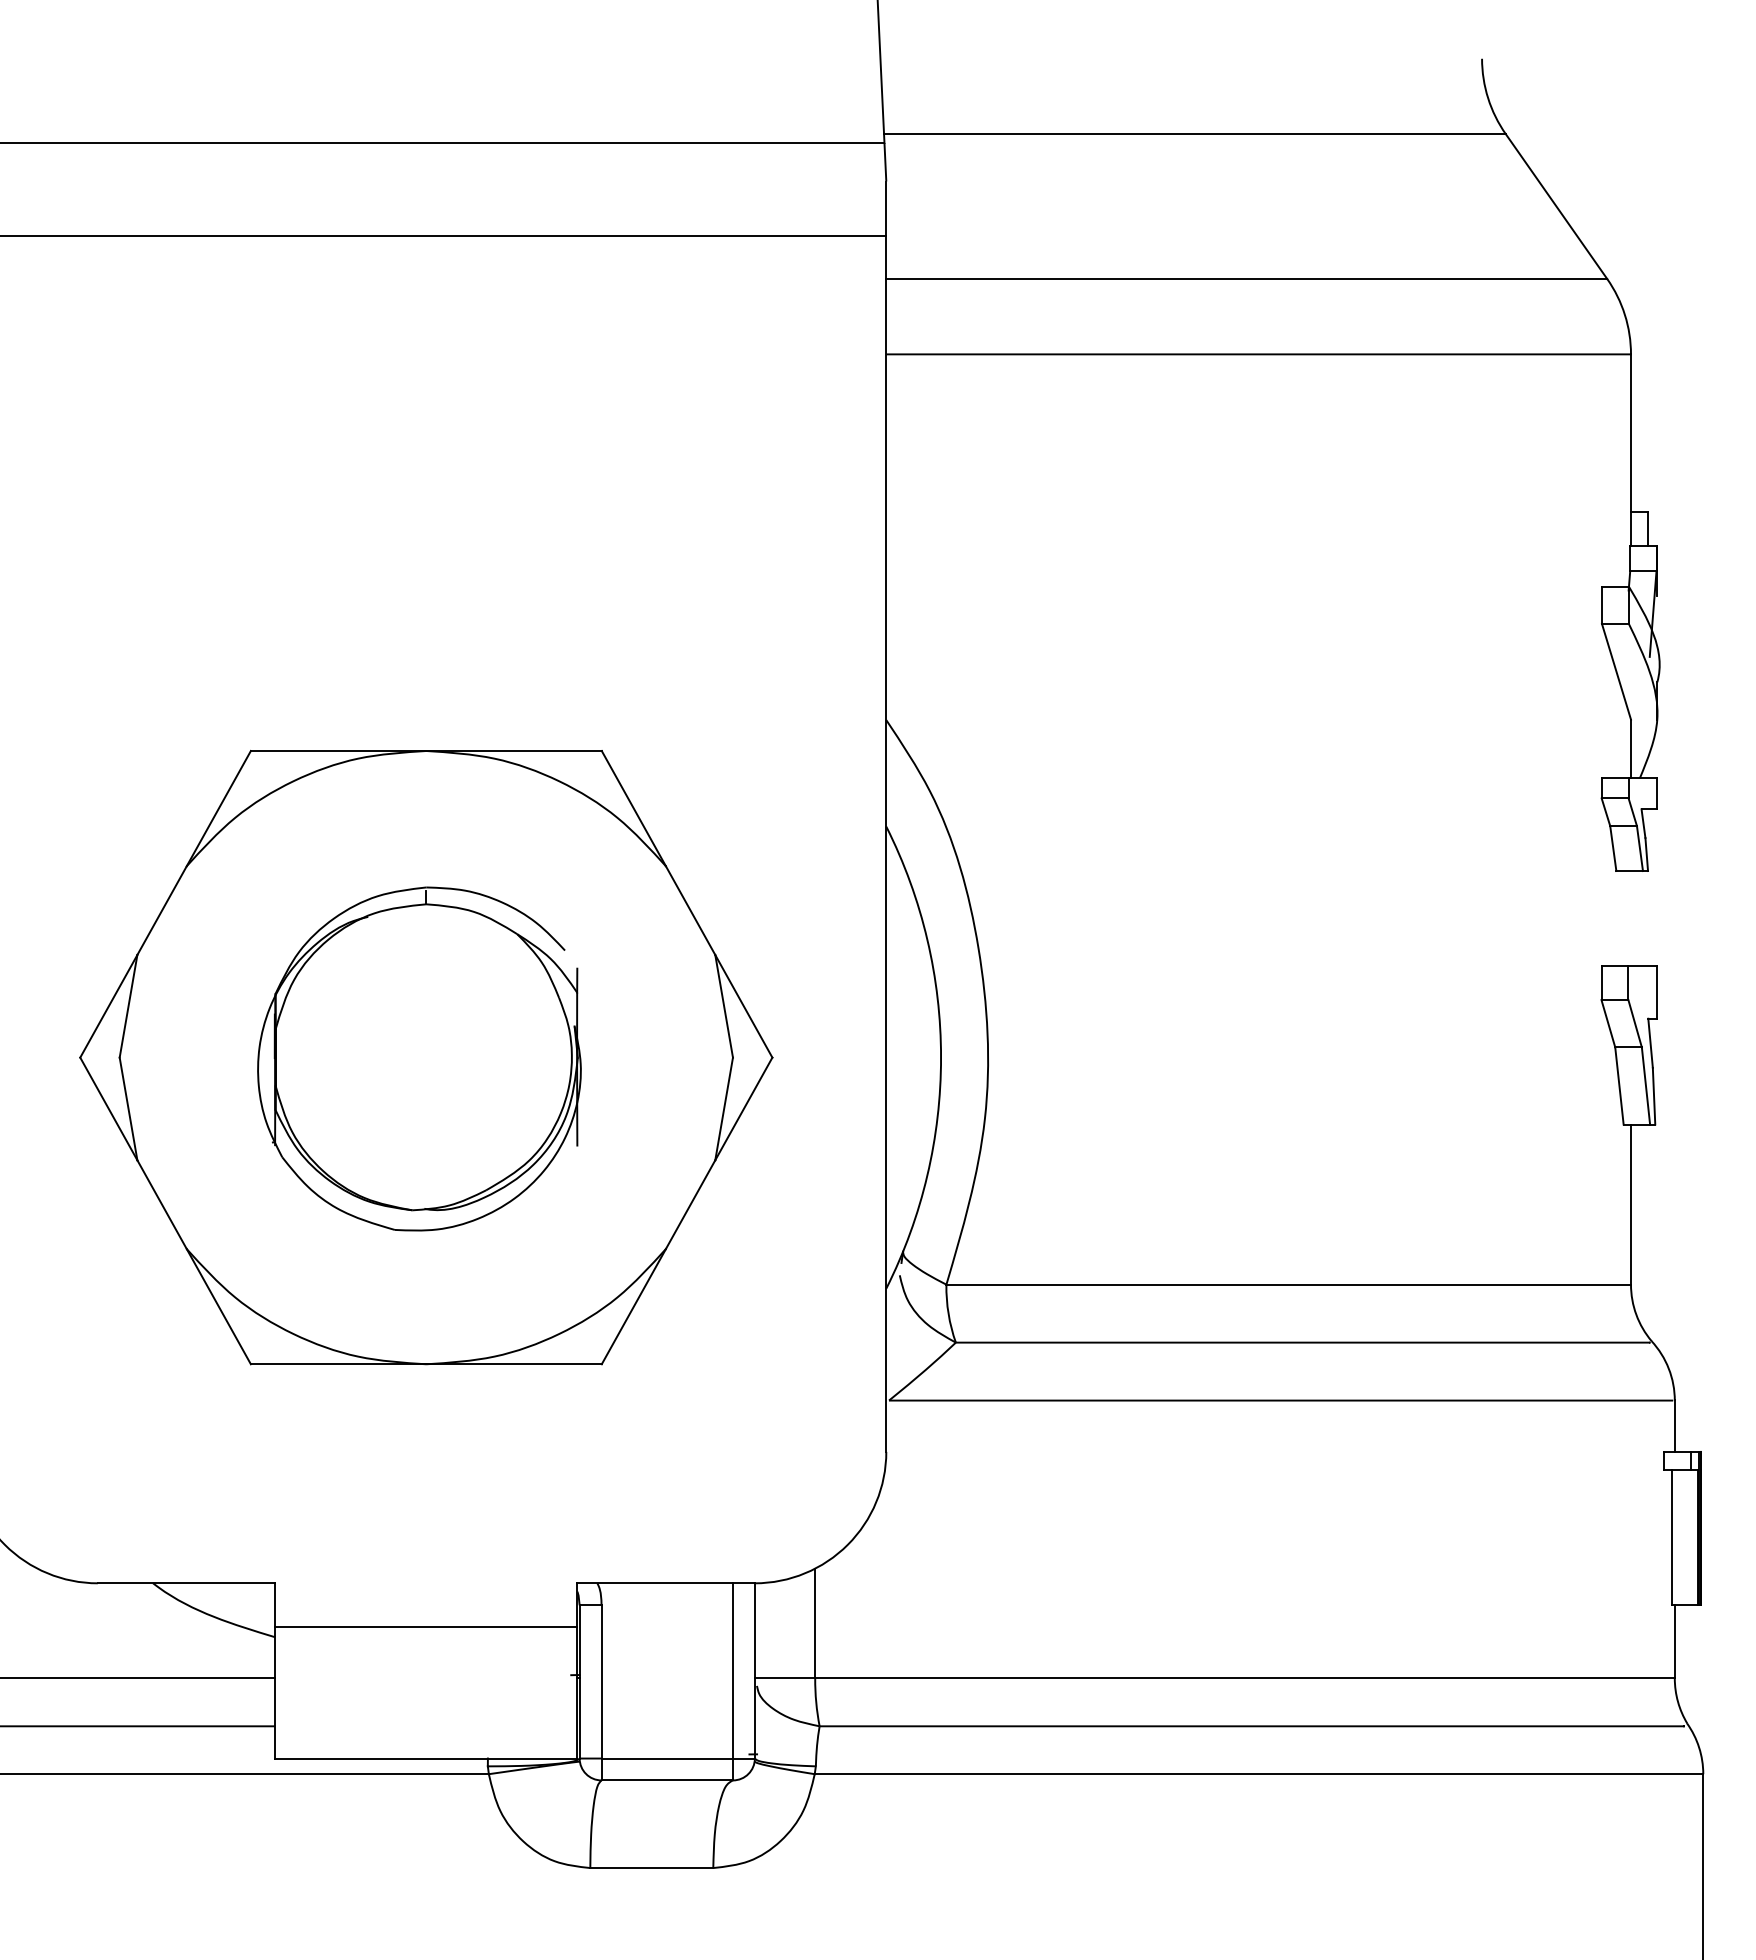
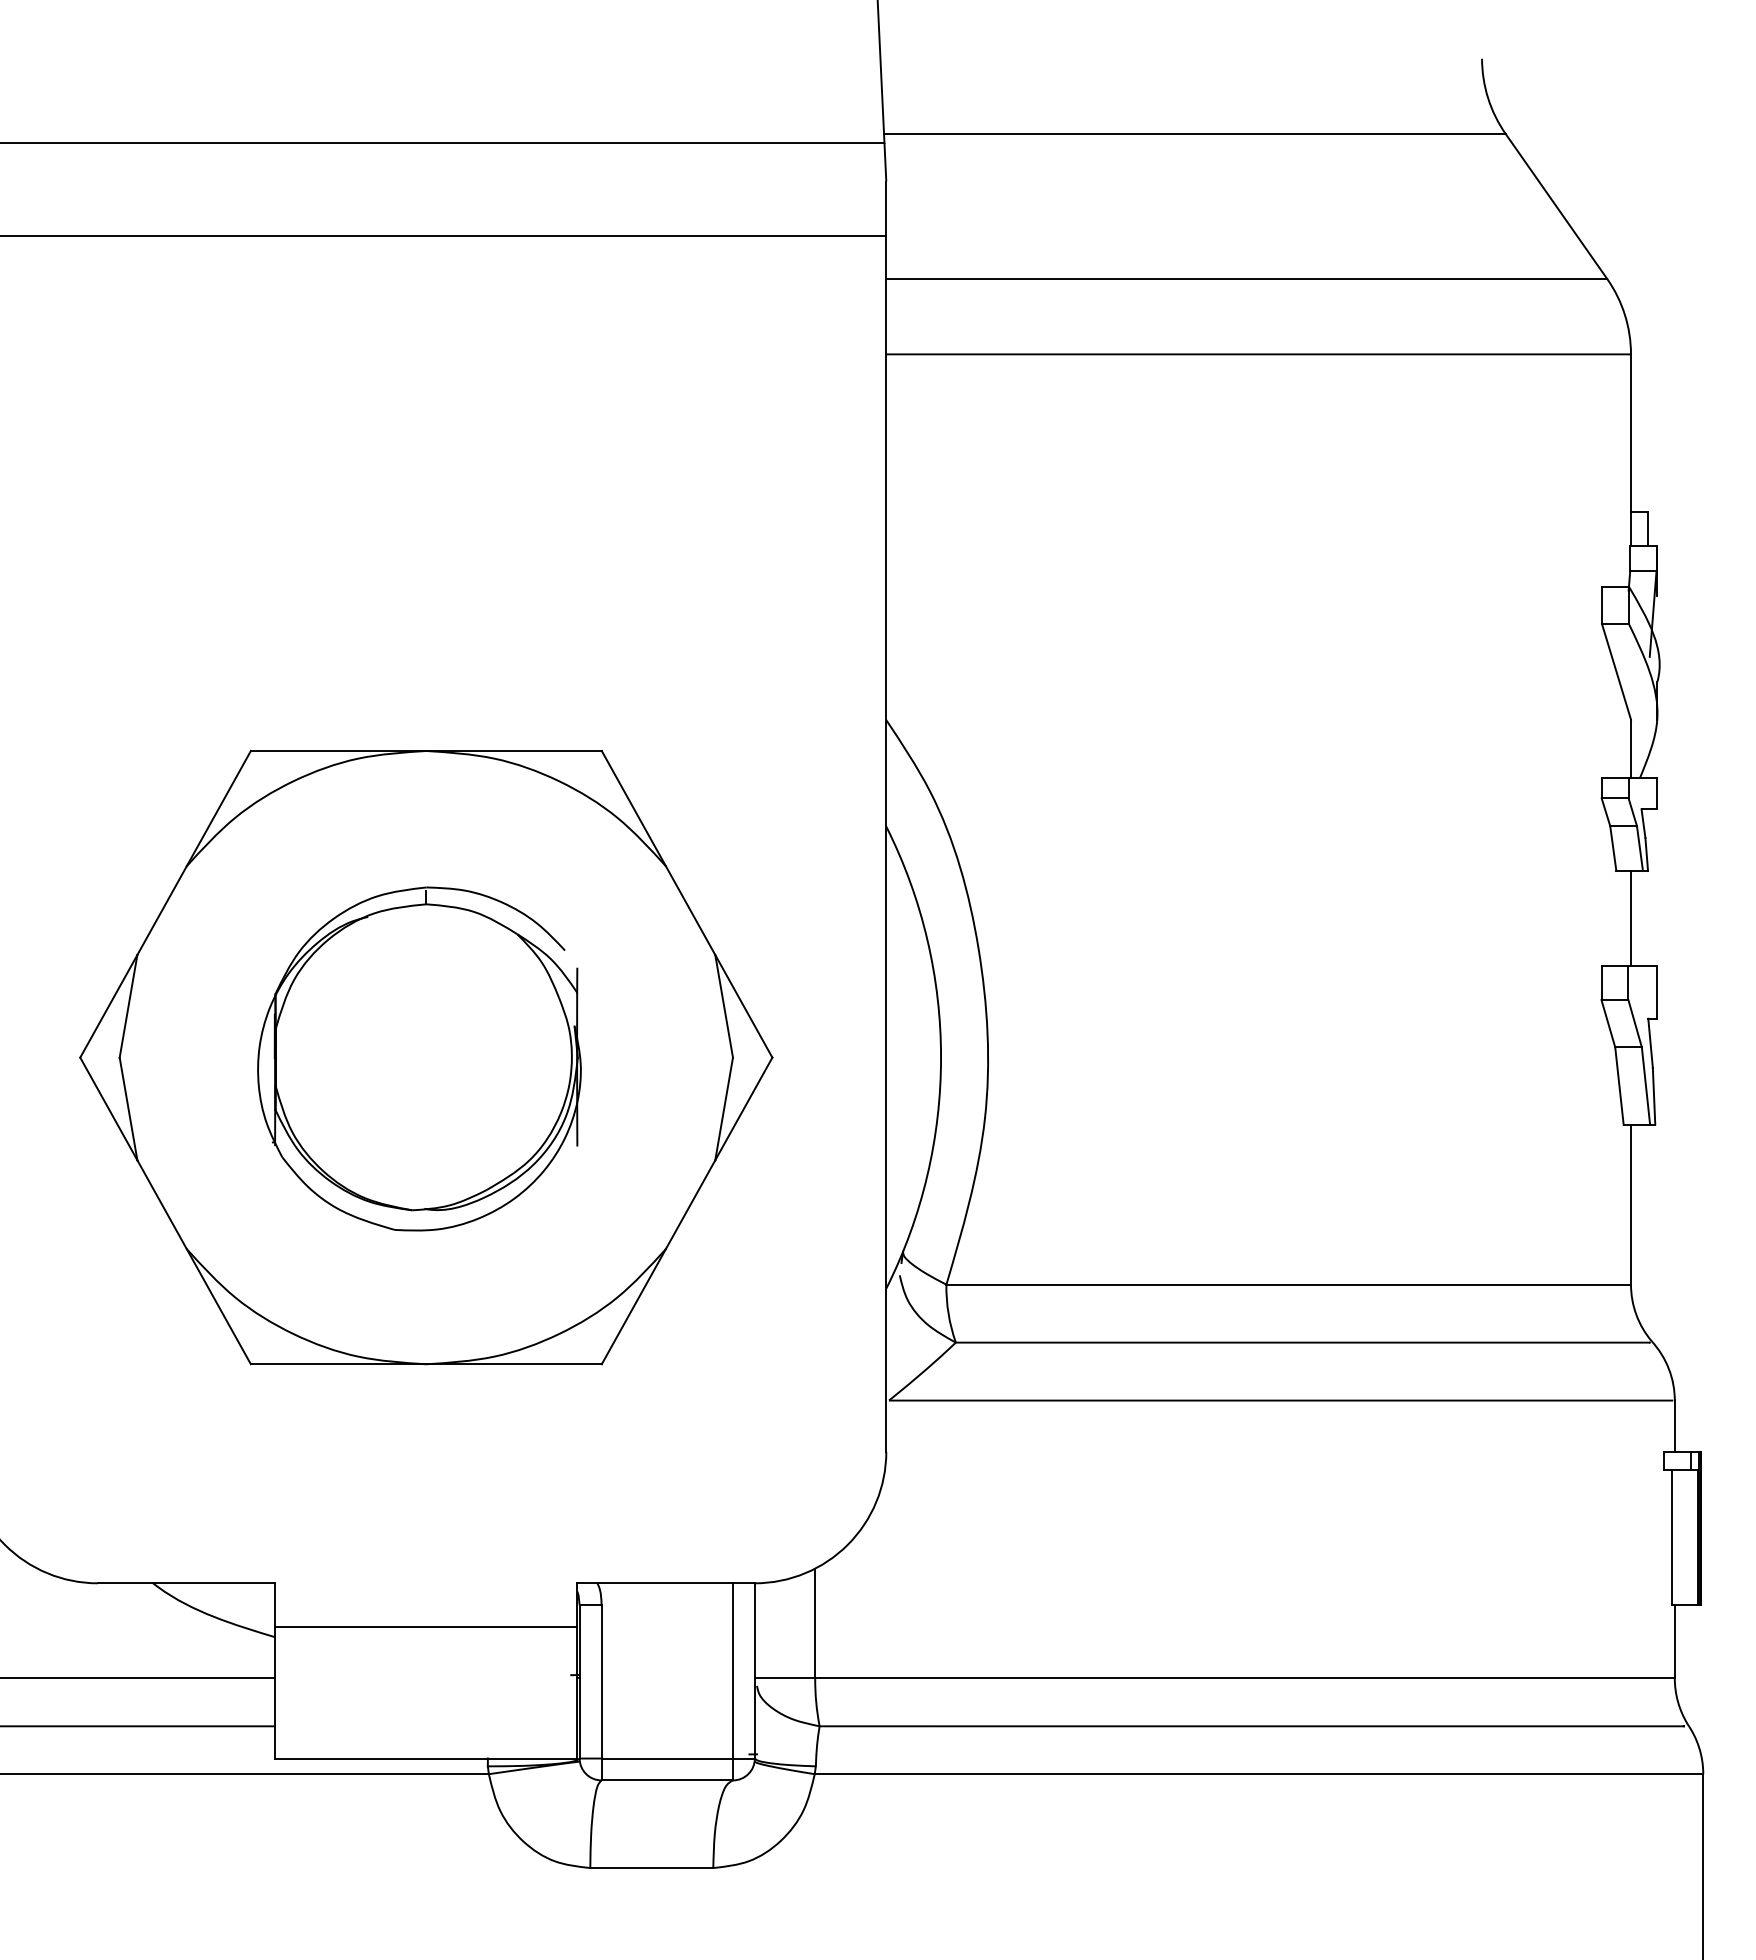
line at (1631, 918): none -> present
